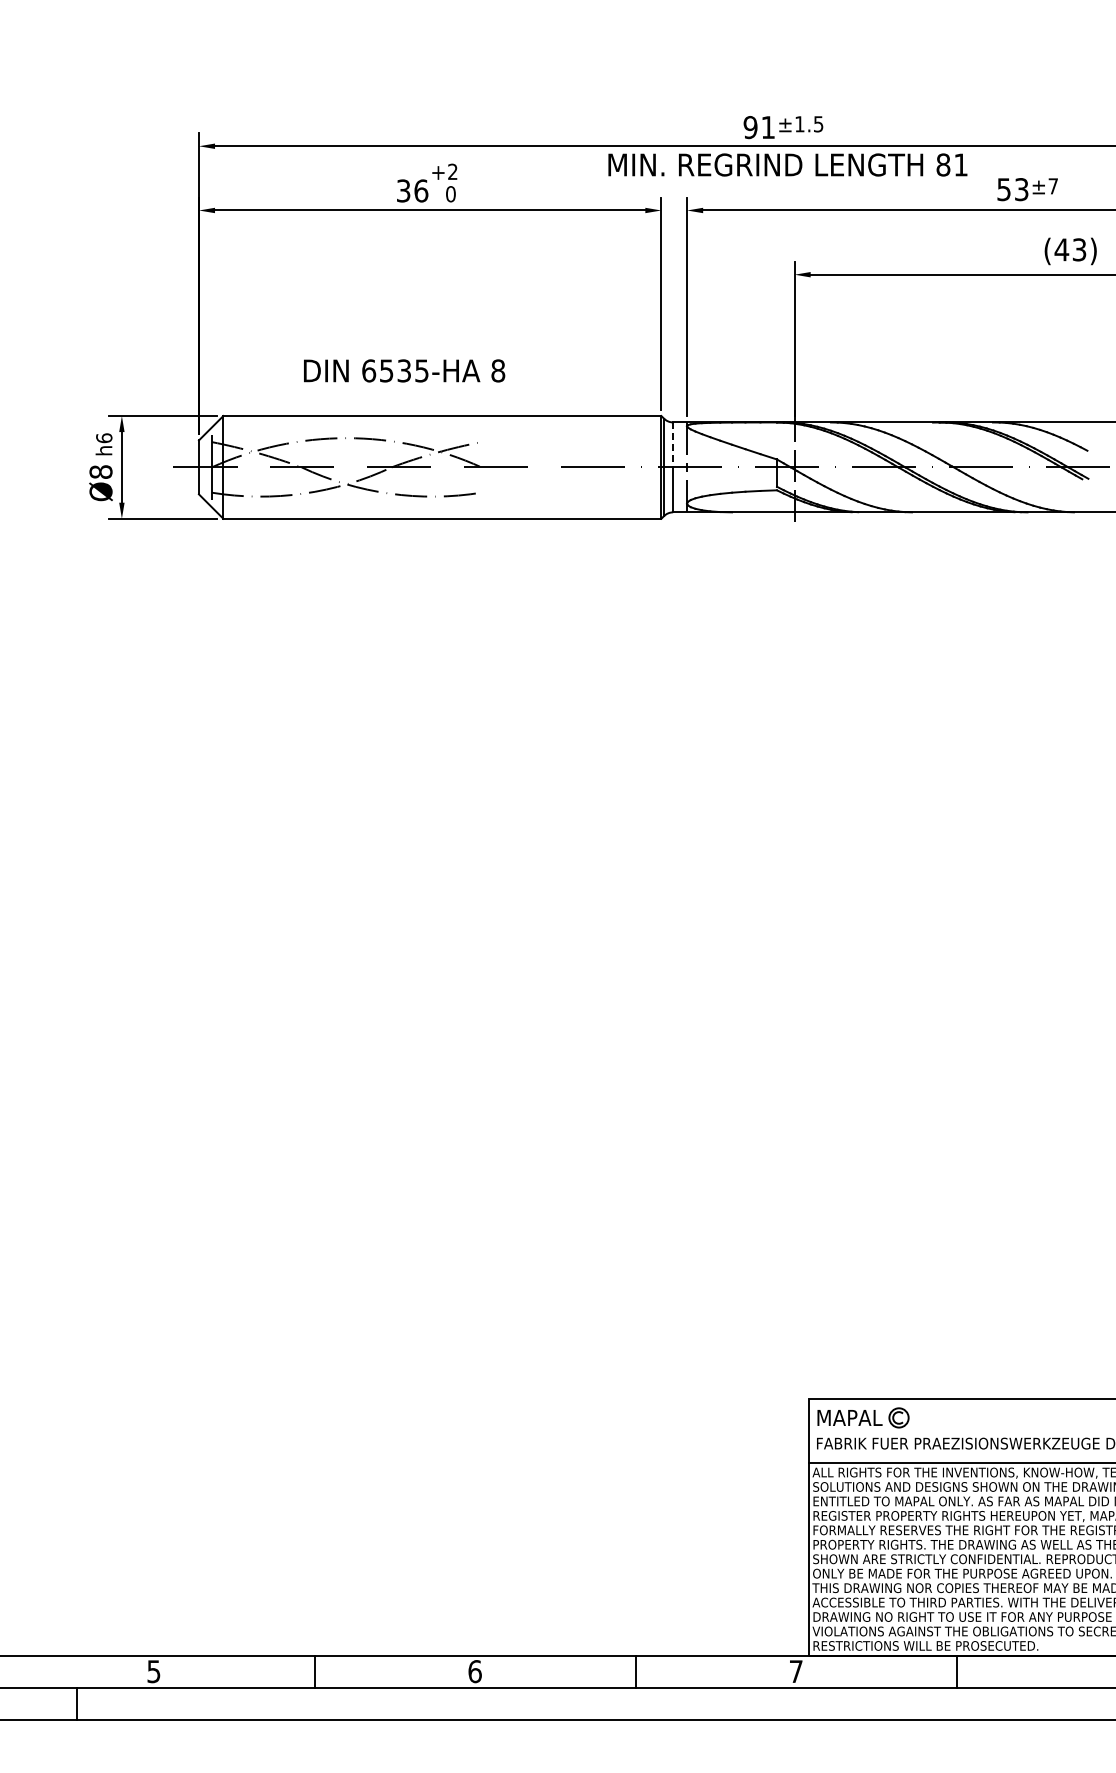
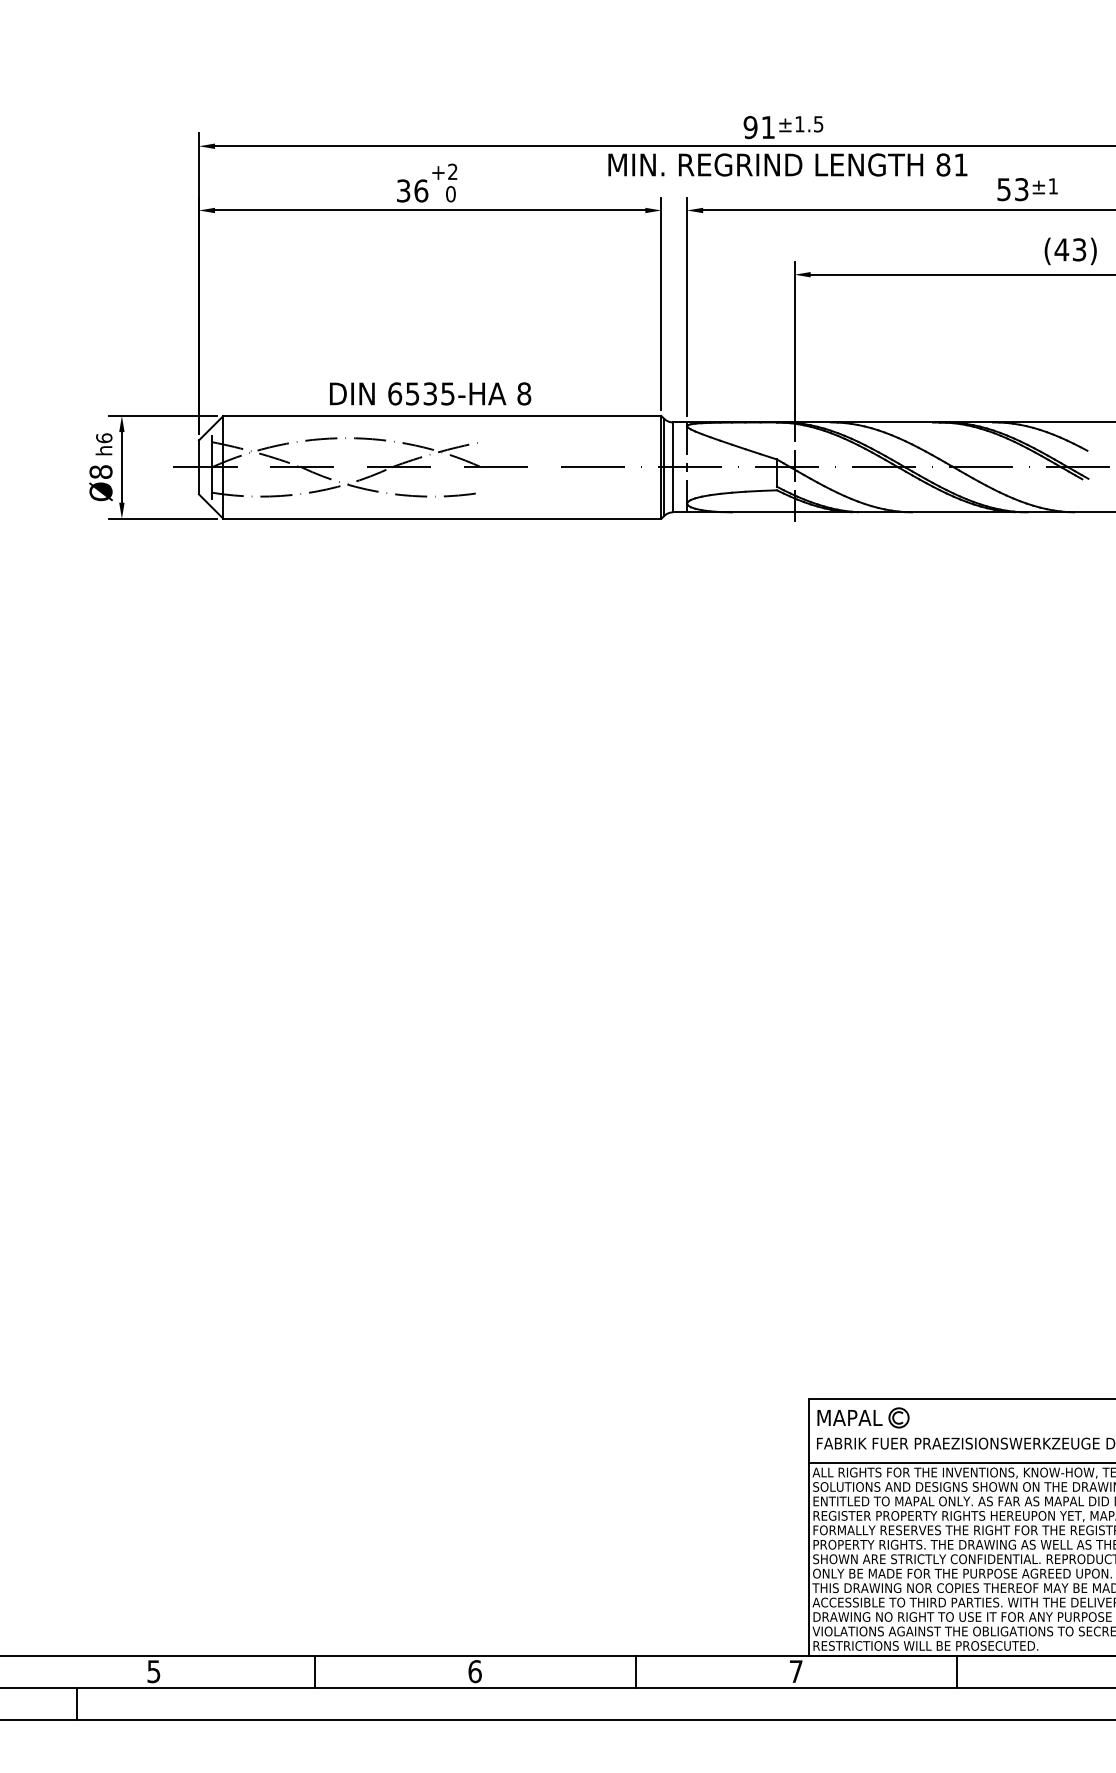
text at (1052, 186): ±7 -> ±1
text at (404, 370) position: (404, 370) -> (430, 393)
line at (673, 445): dashed -> solid
